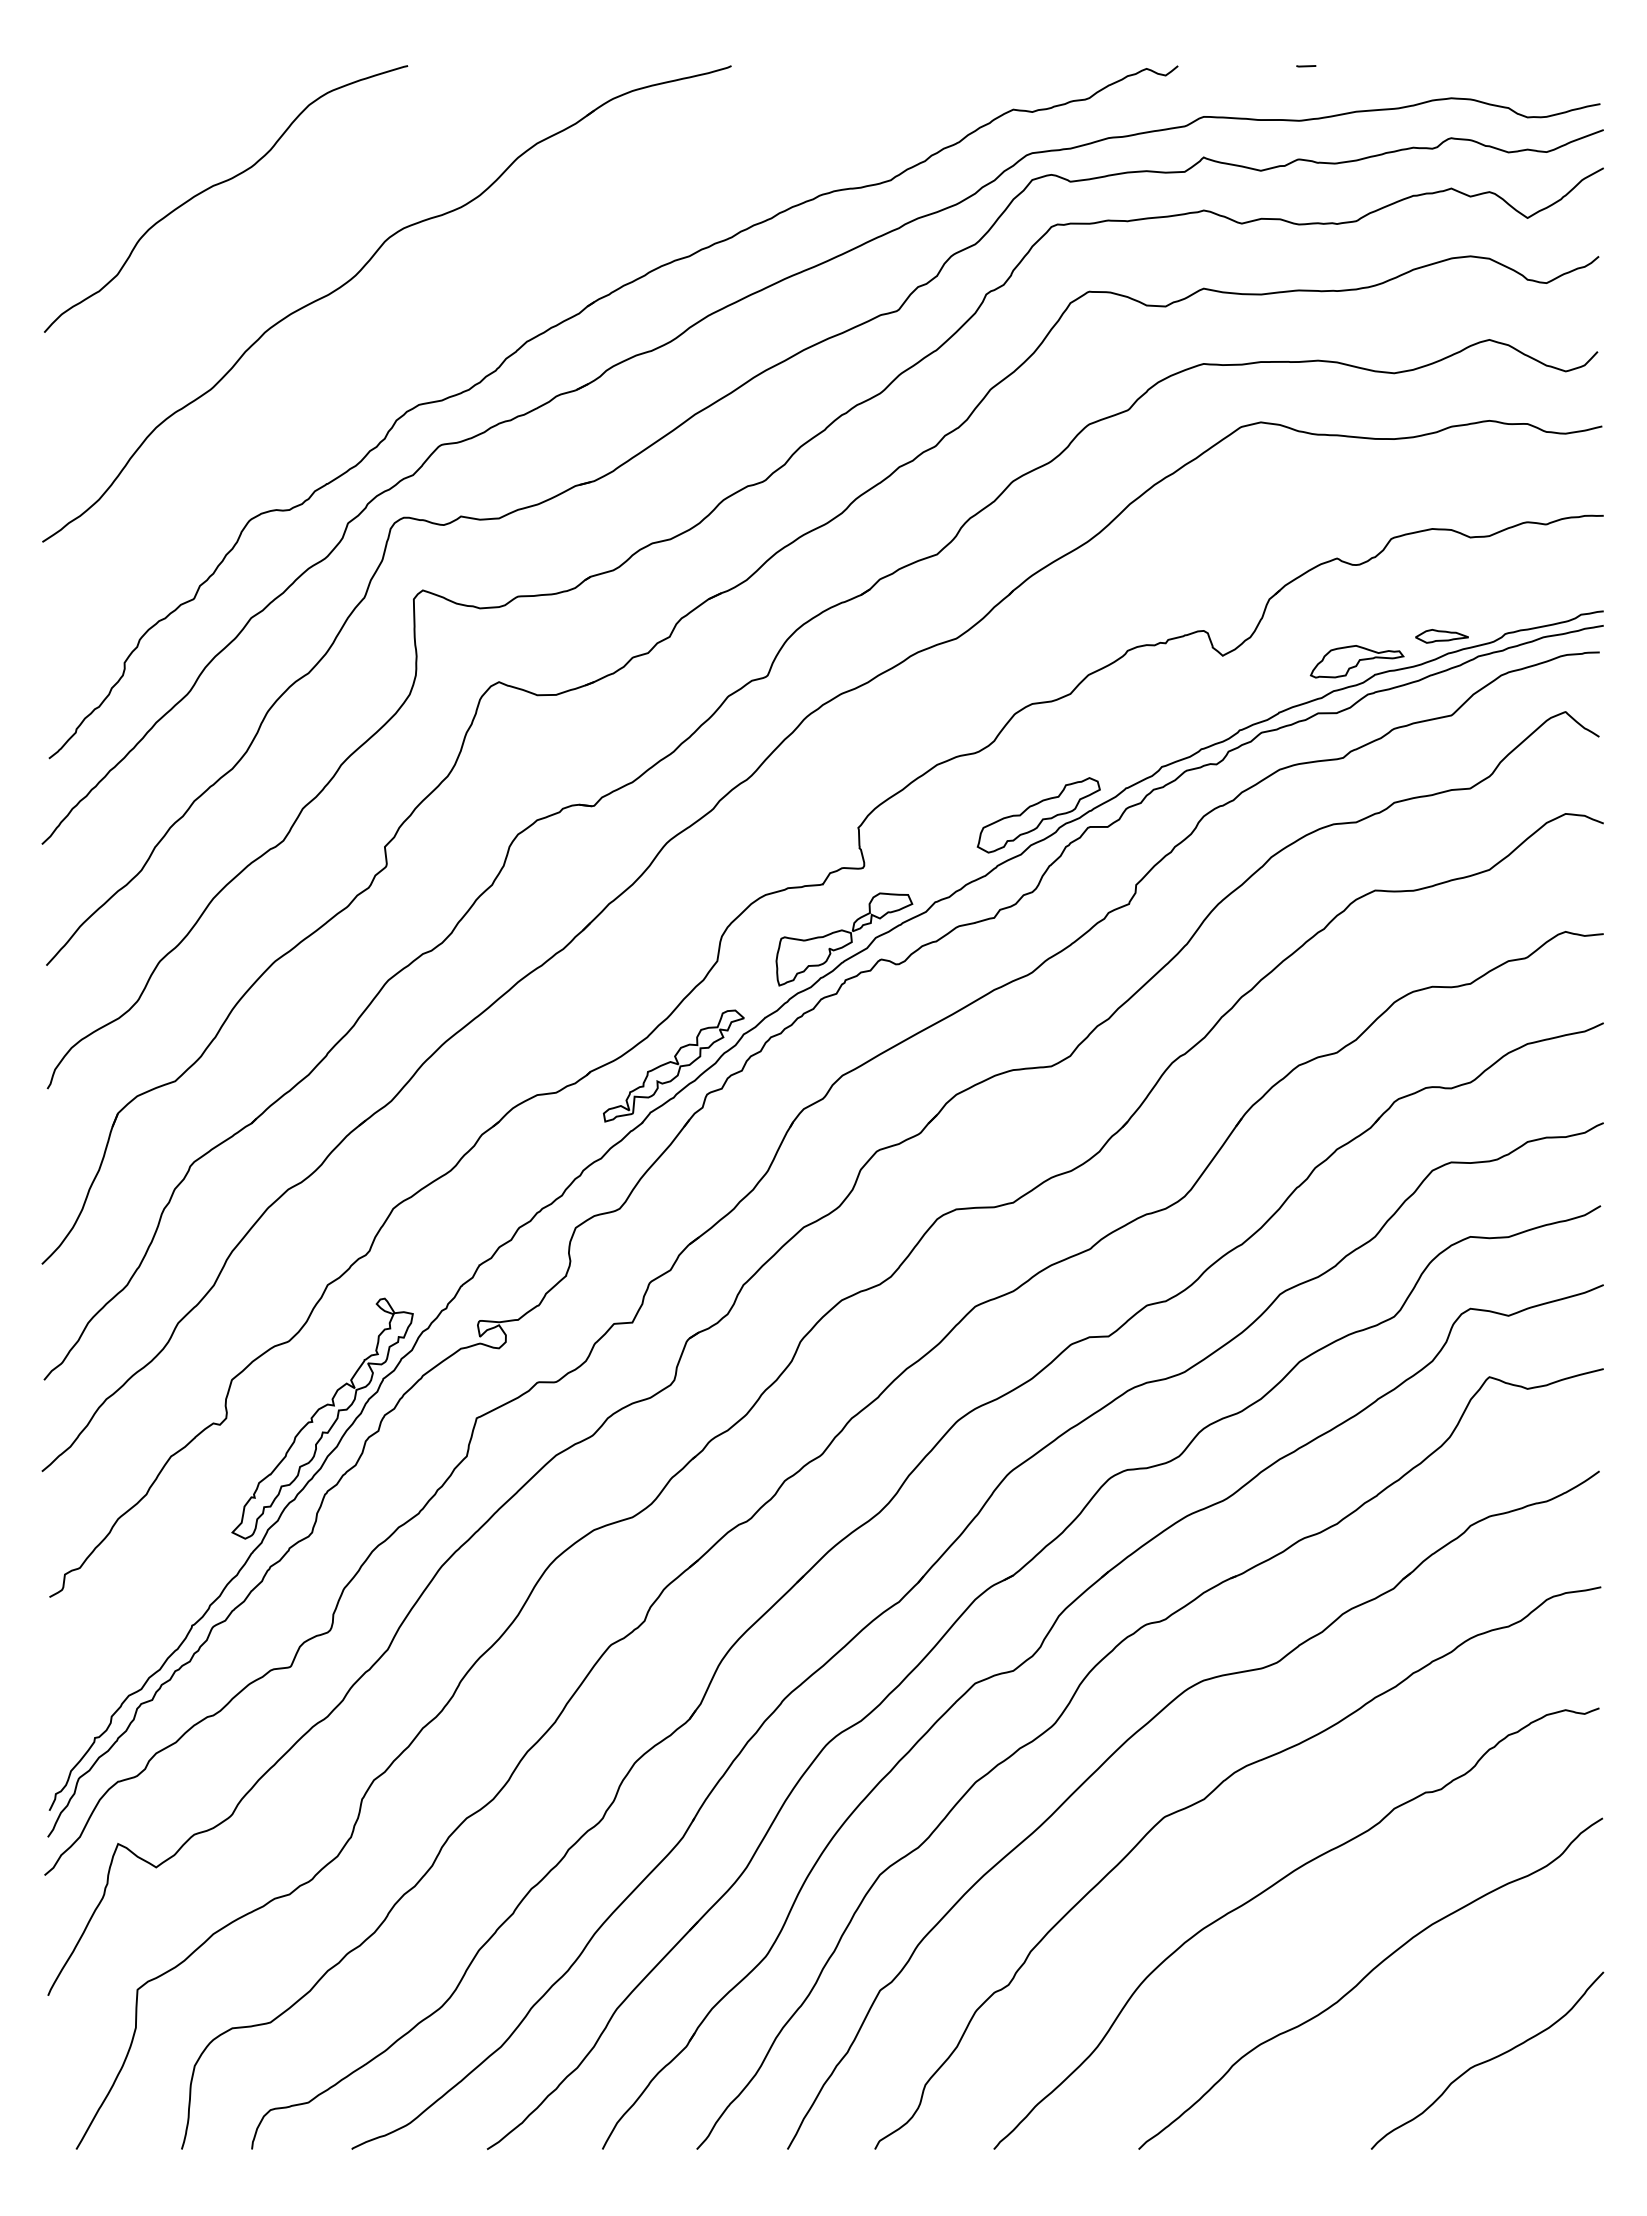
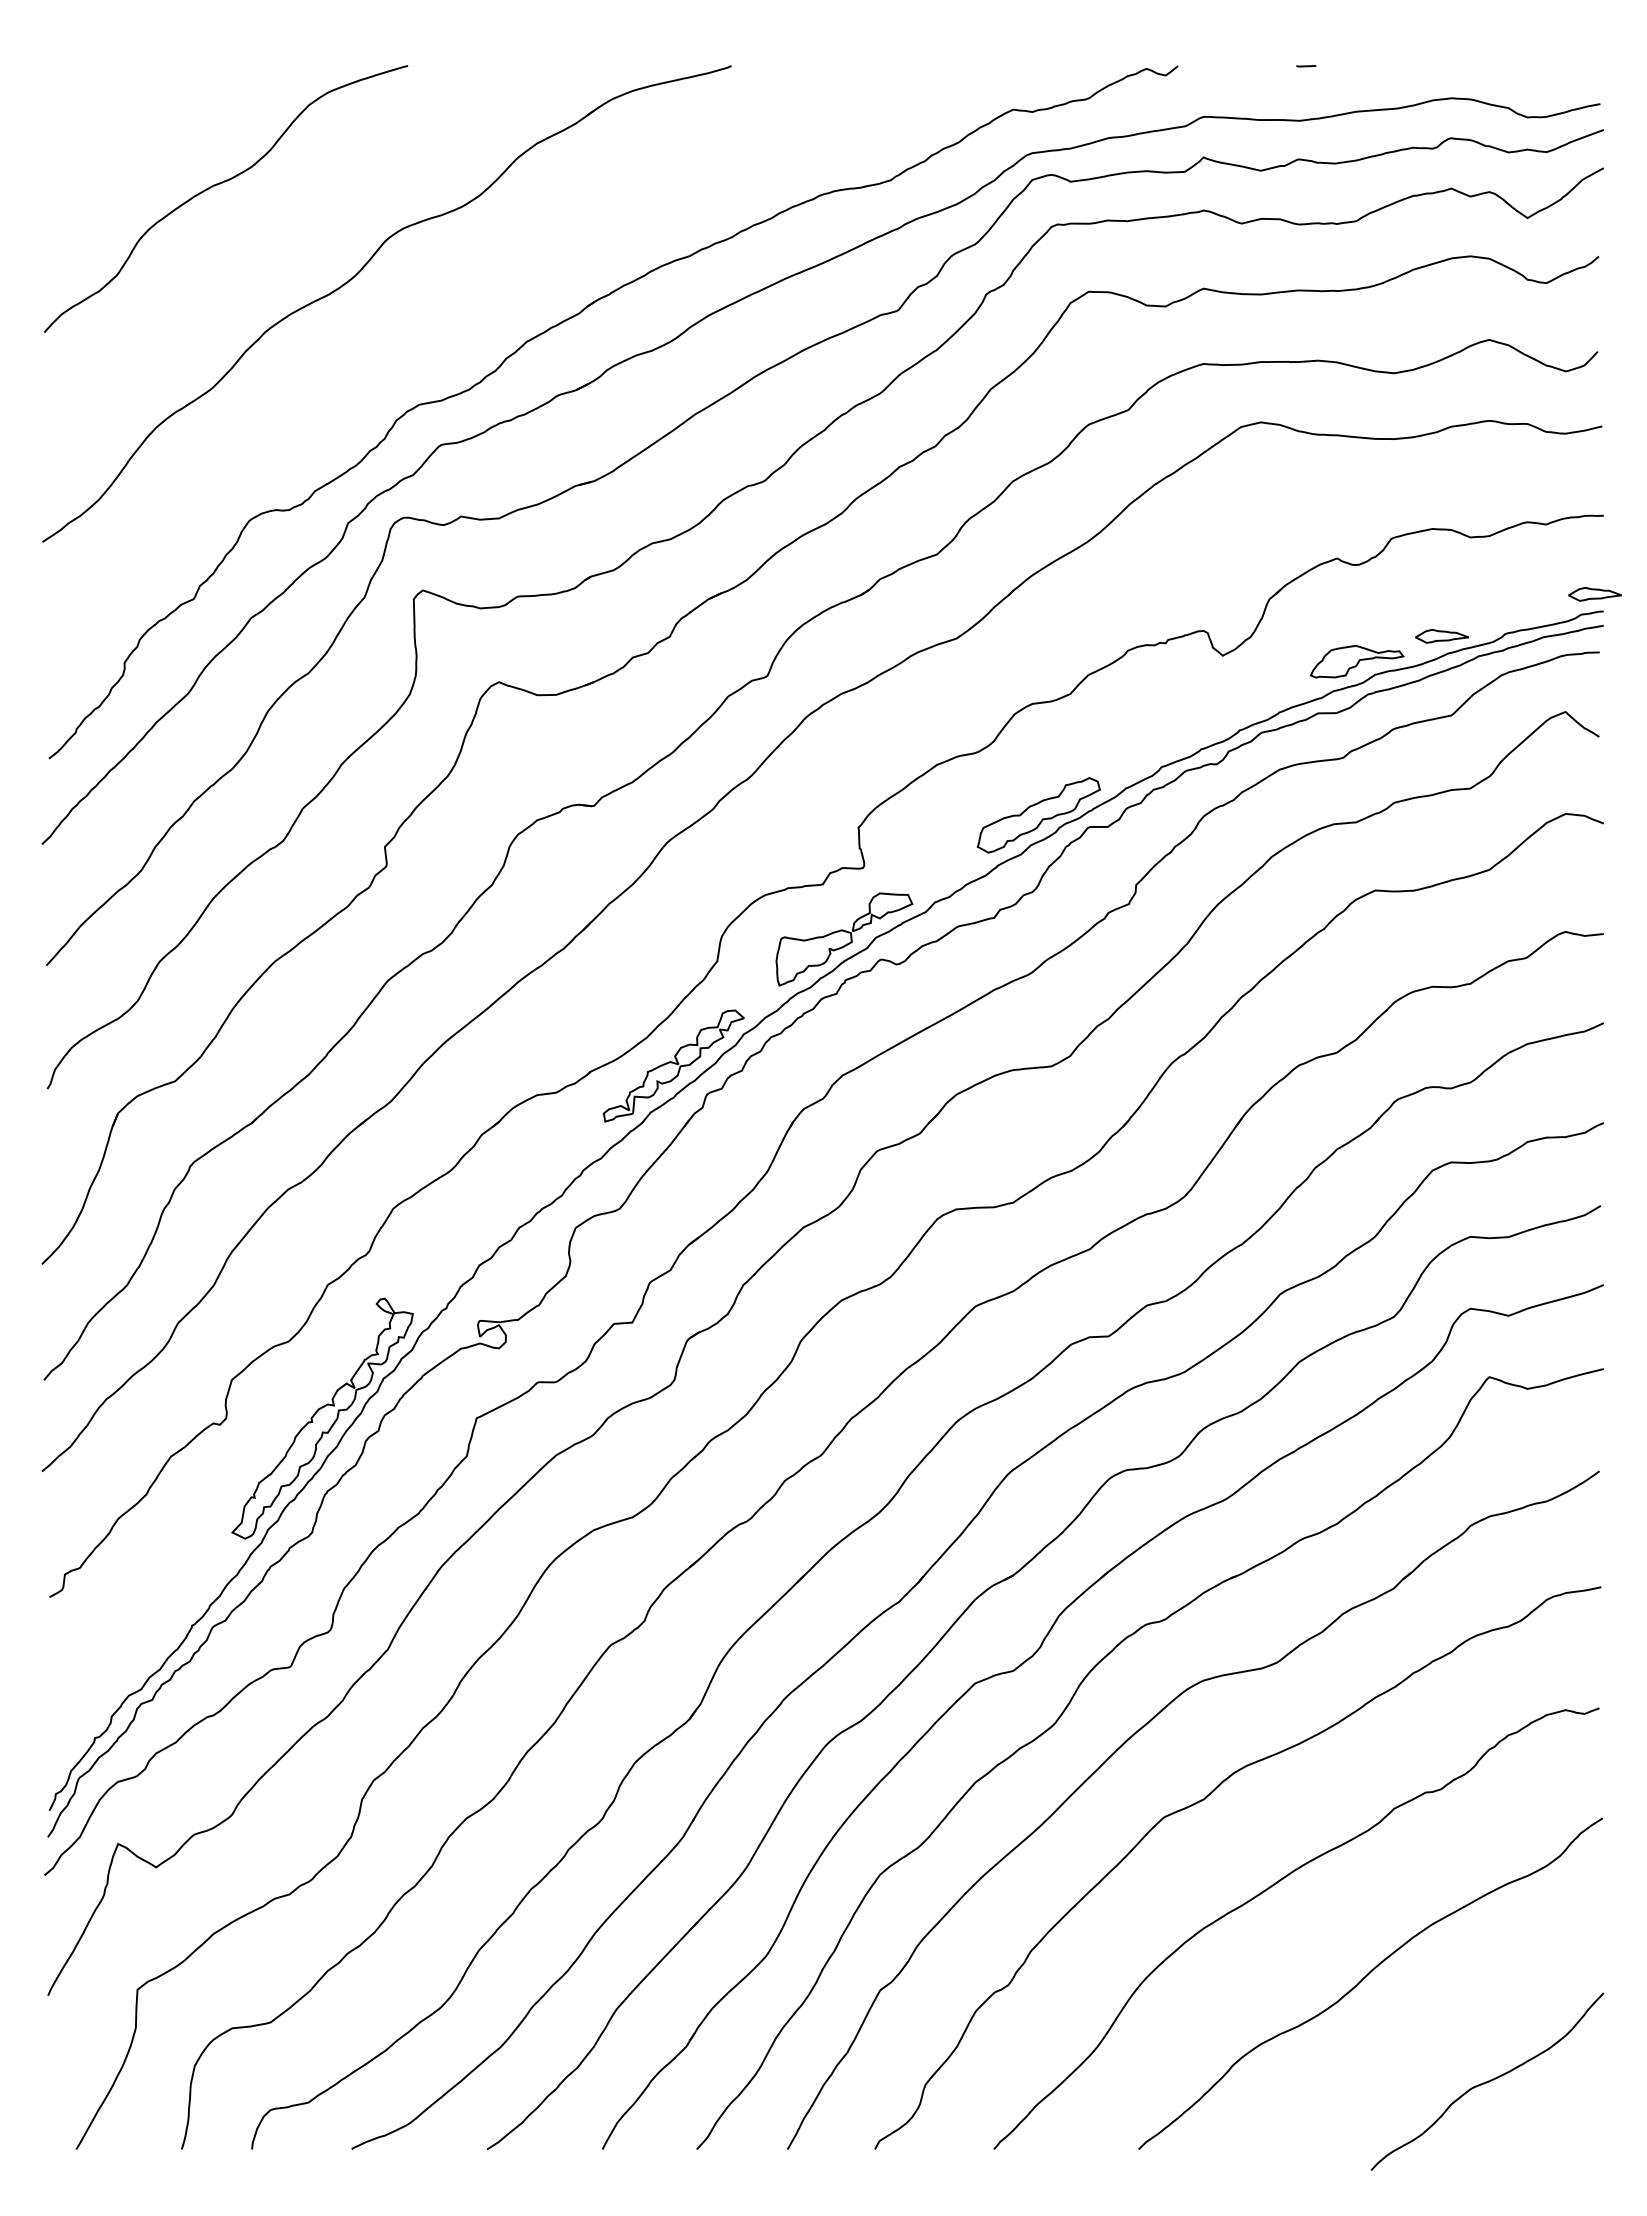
part at (1594, 594): none -> present
curve at (1487, 2060) position: (1487, 2060) -> (1487, 2081)
